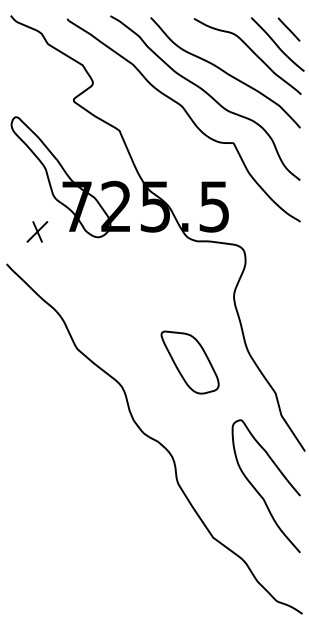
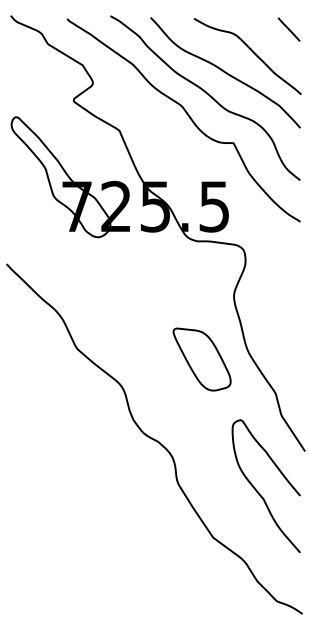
curve at (277, 44): present -> none
part at (37, 231): present -> none
part at (189, 362) position: (189, 362) -> (201, 359)
